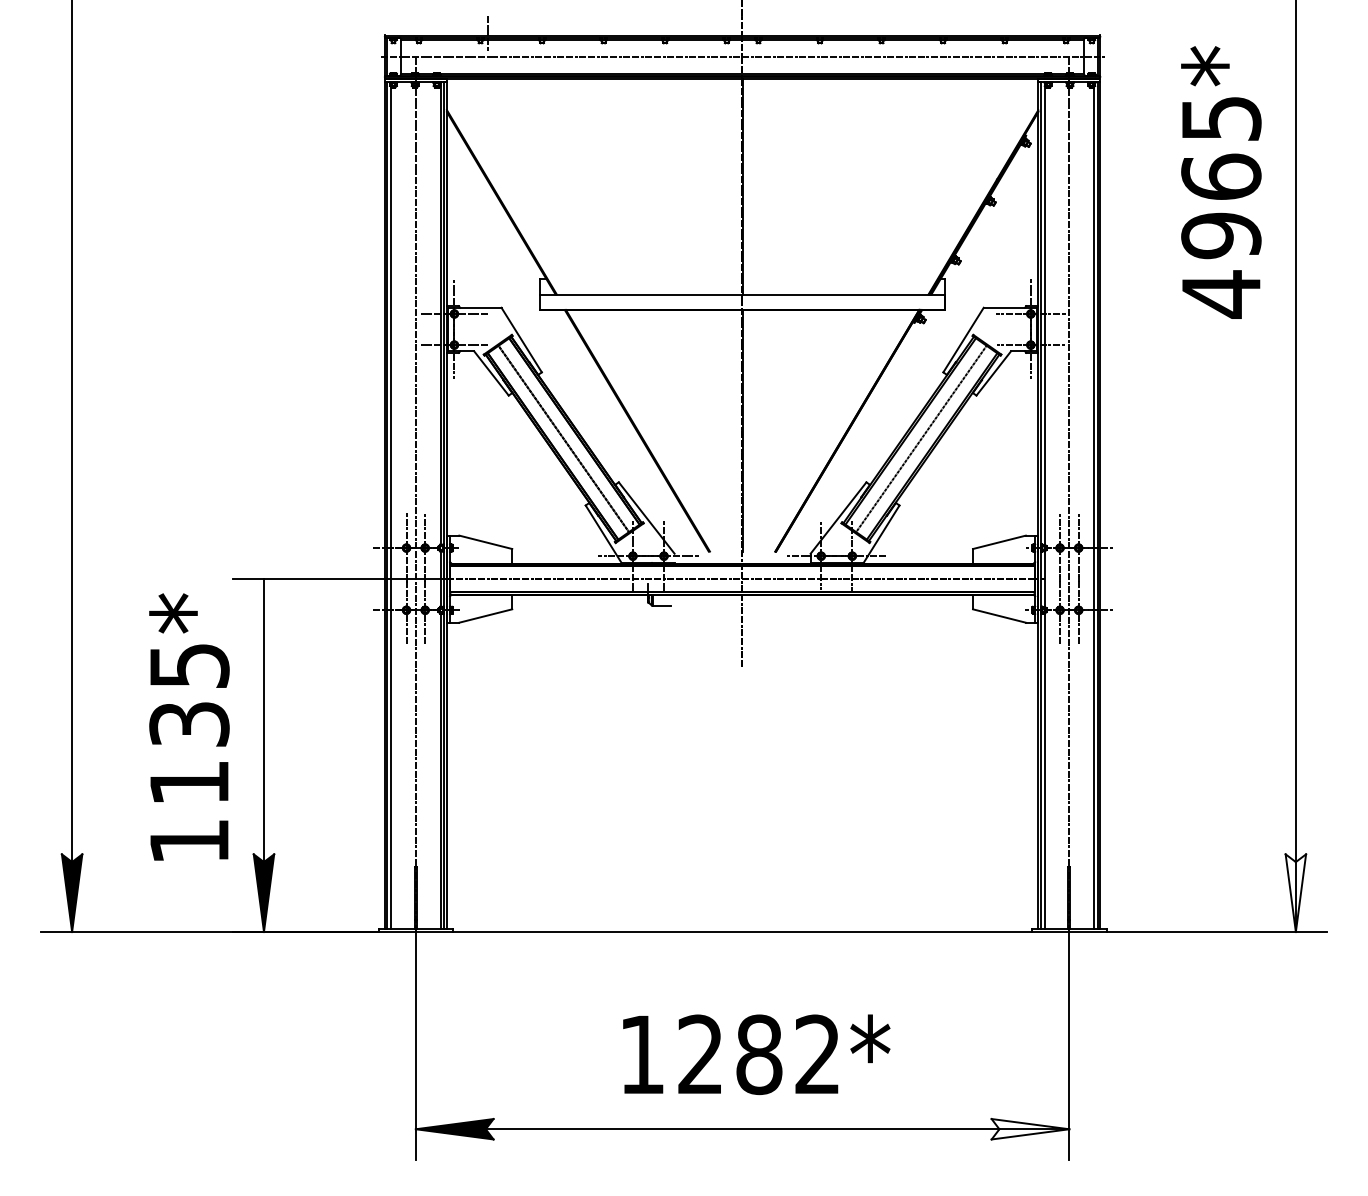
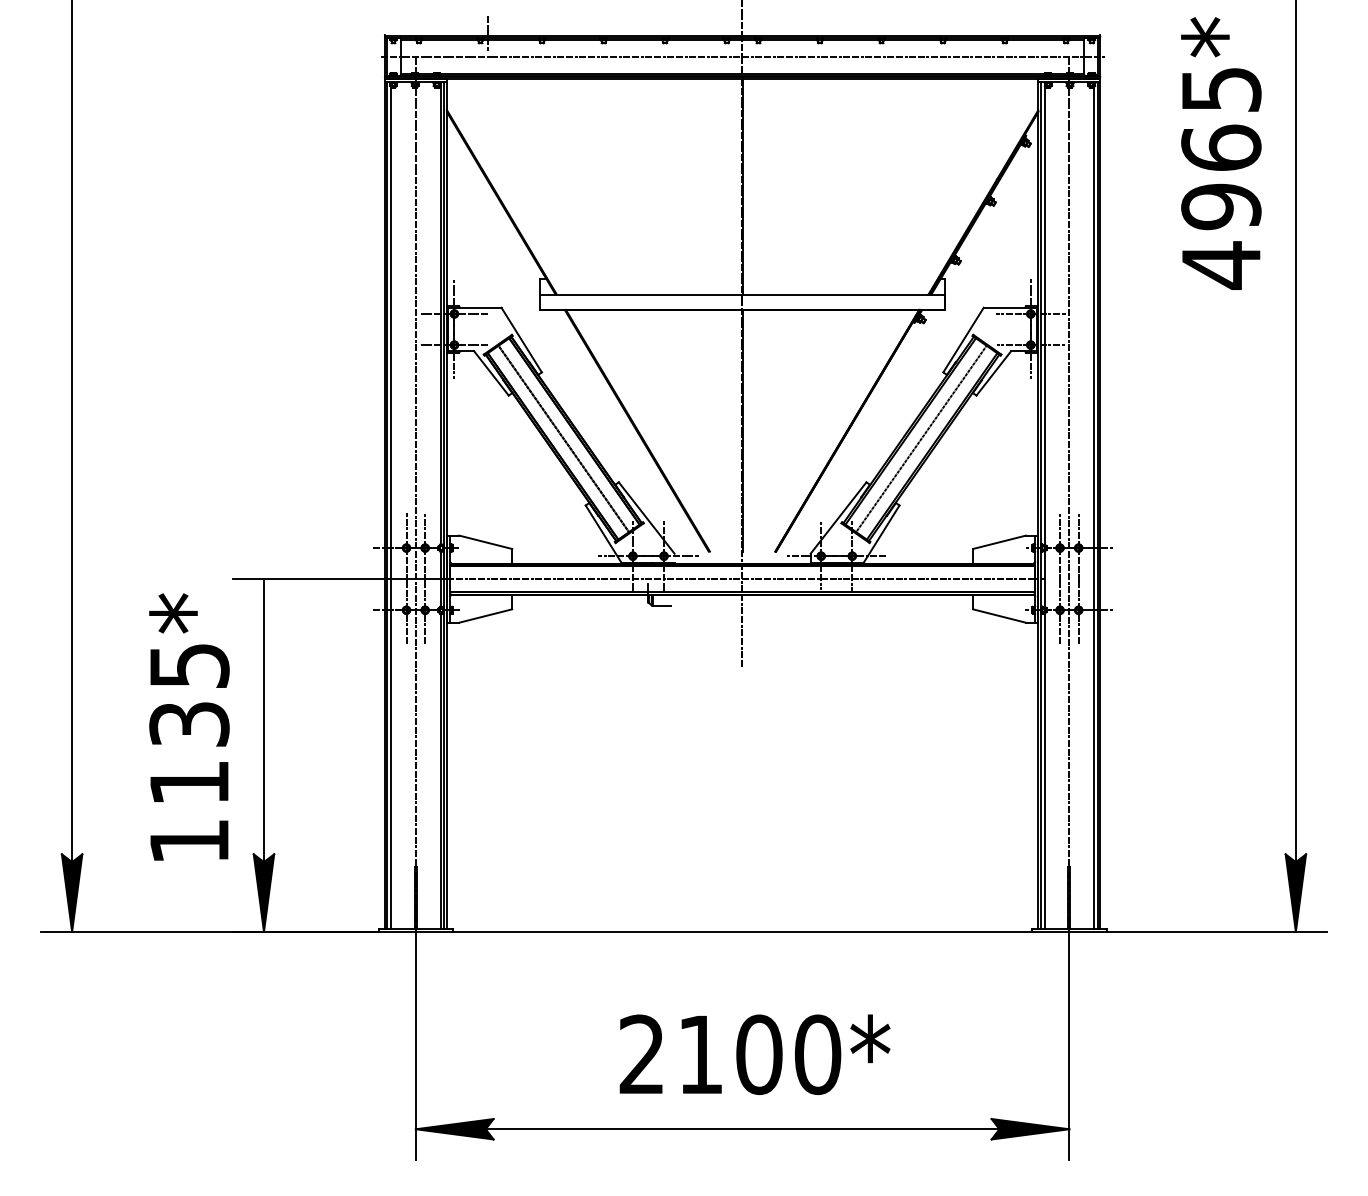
text at (1221, 182) position: (1221, 182) -> (1221, 153)
fill at (1295, 893): none -> present
text at (730, 1054): 1282* -> 2100*
fill at (1030, 1129): none -> present
